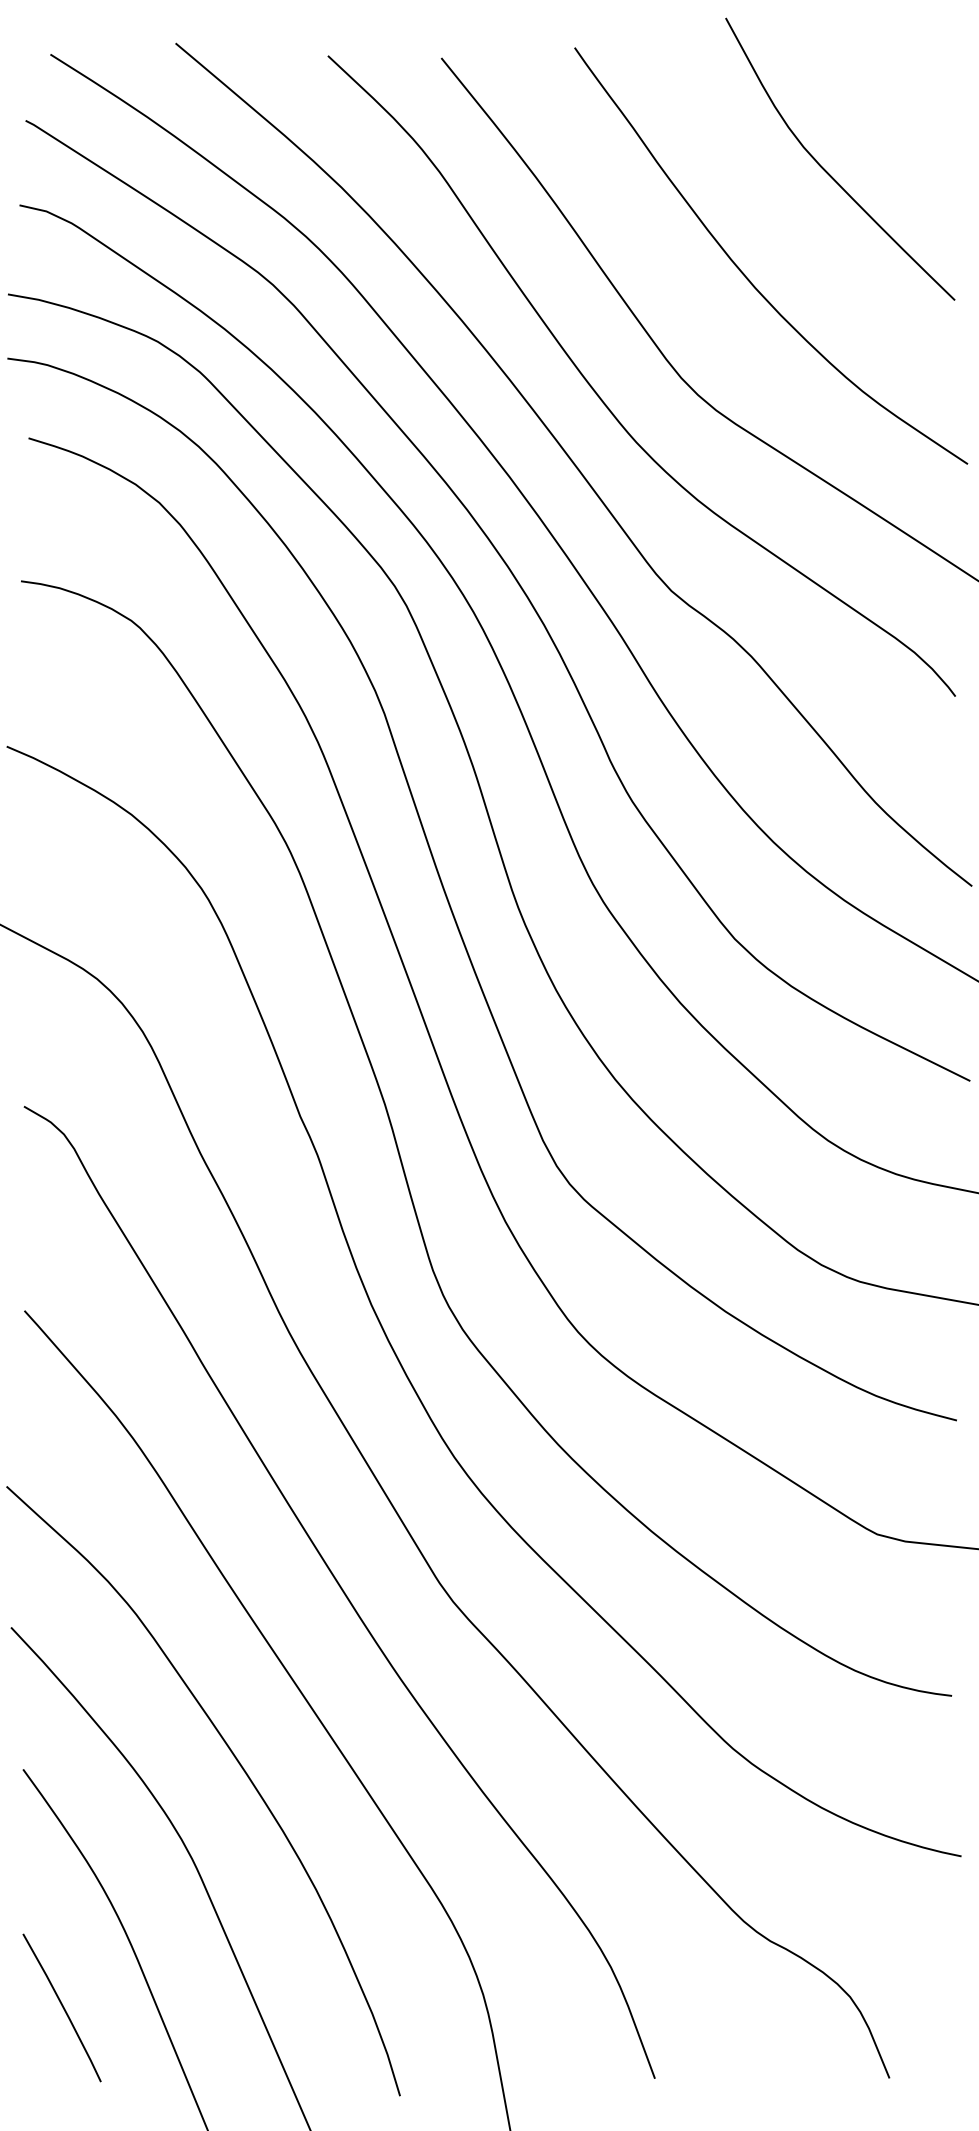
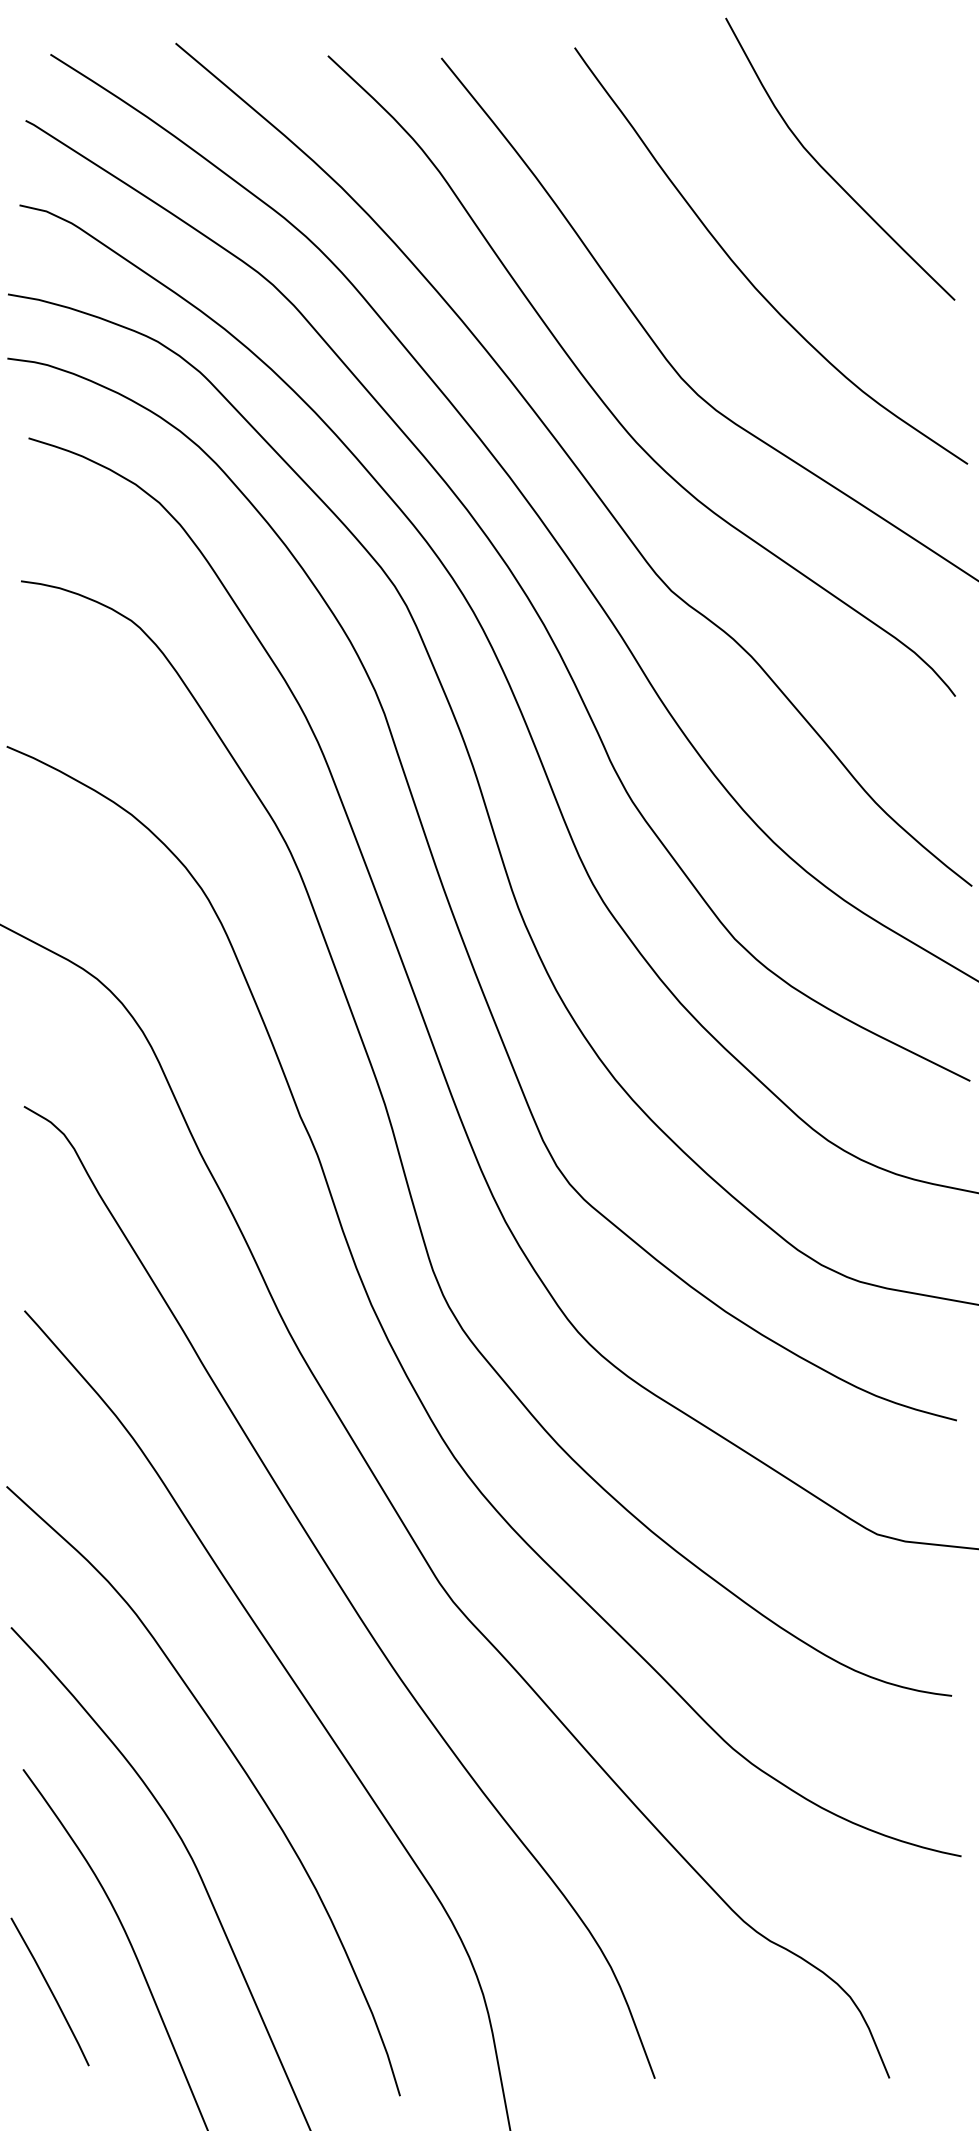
line at (61, 2006) position: (61, 2006) -> (49, 1990)
